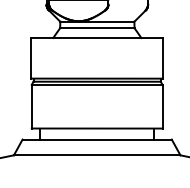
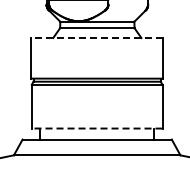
line at (97, 38): solid -> dashed
line at (96, 128): solid -> dashed
